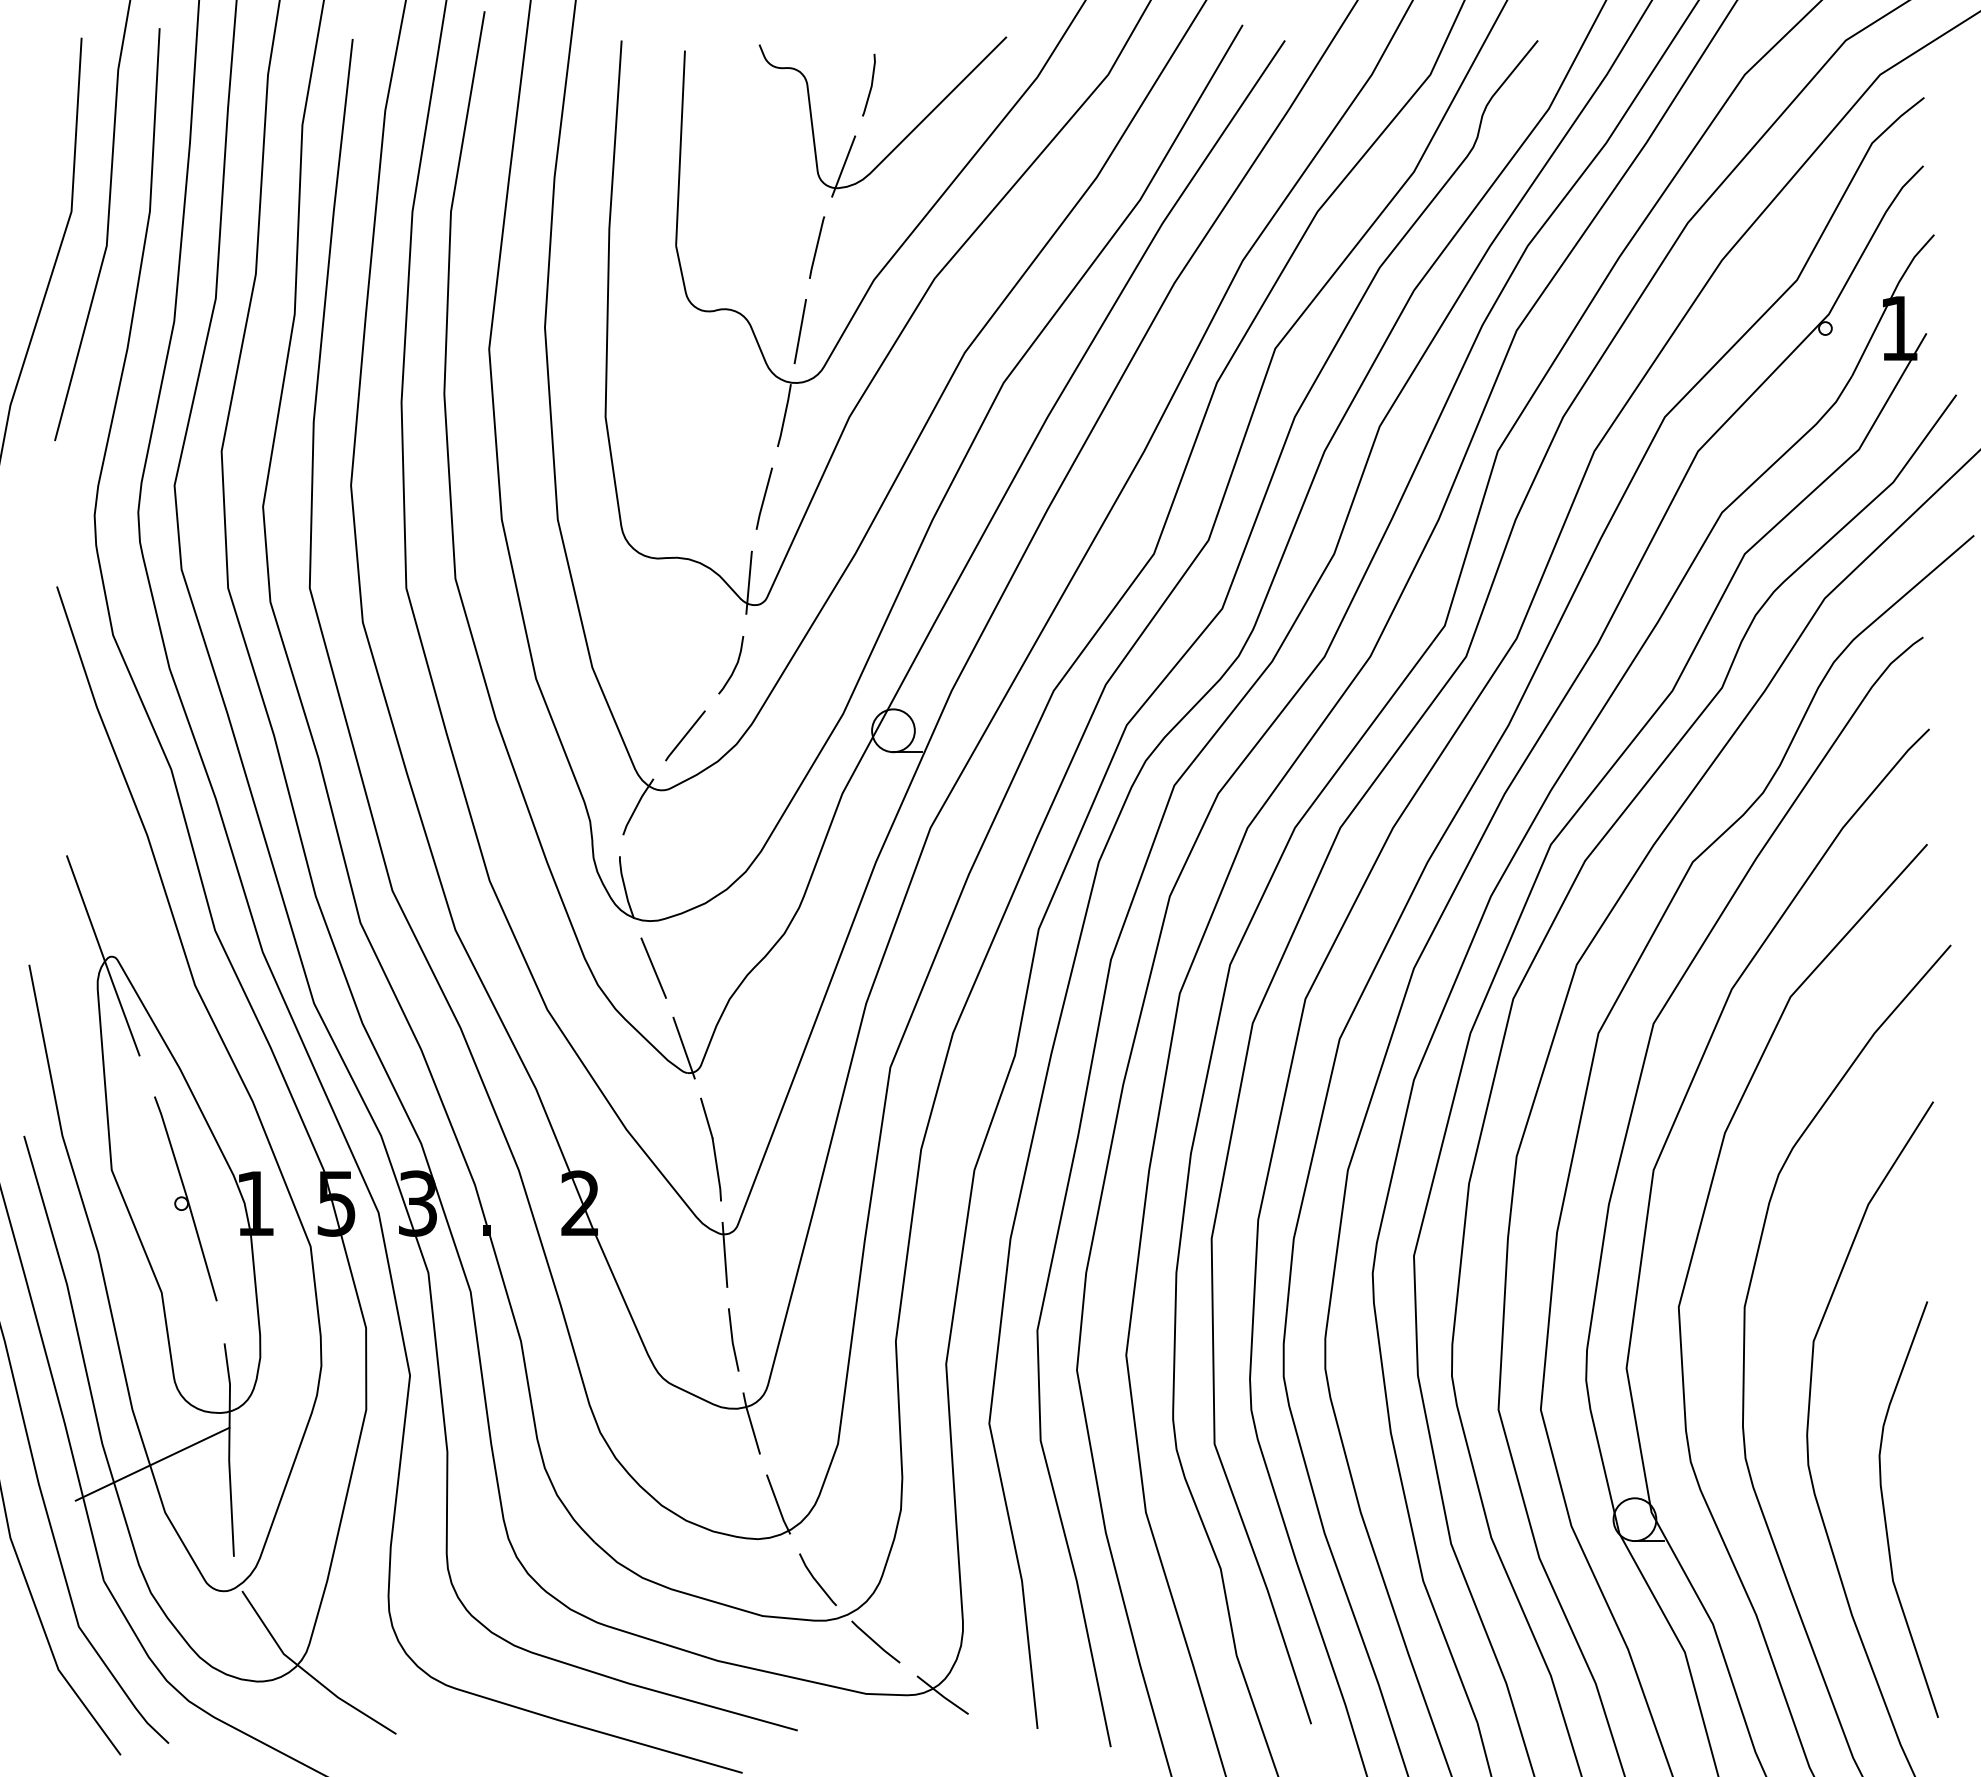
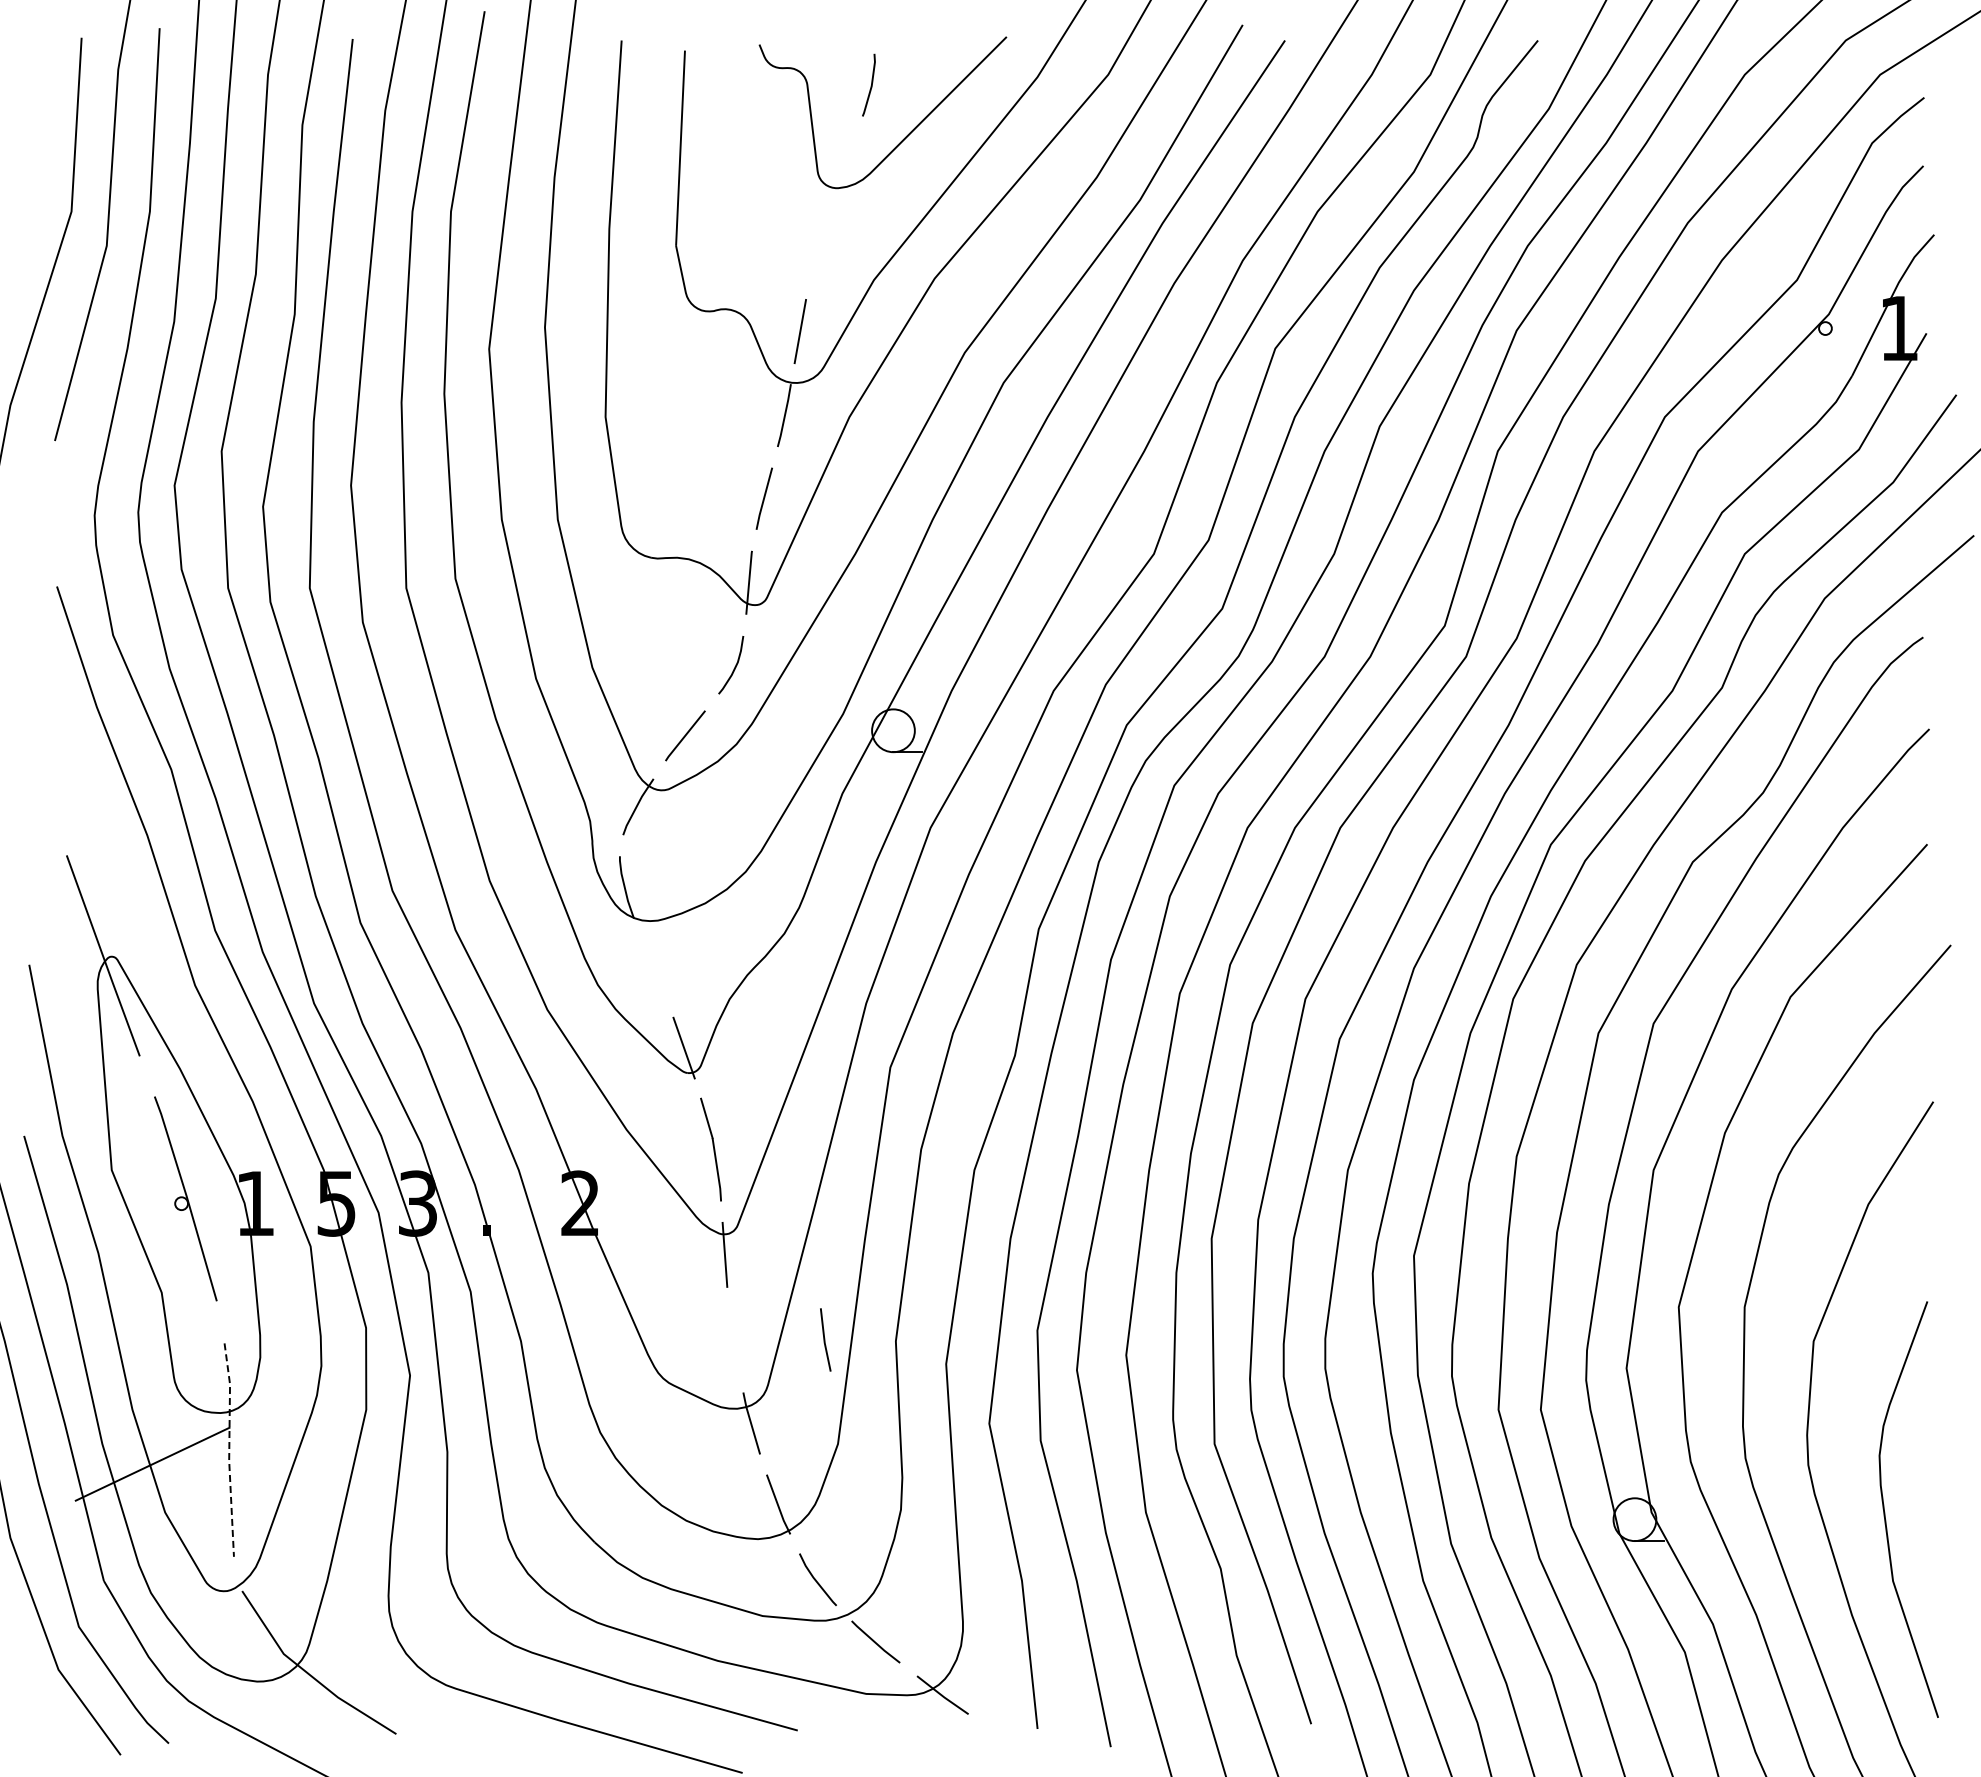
line at (843, 166): present -> none
line at (817, 247): present -> none
line at (653, 967): present -> none
line at (733, 1339) position: (733, 1339) -> (825, 1339)
line at (229, 1449): solid -> dashed
